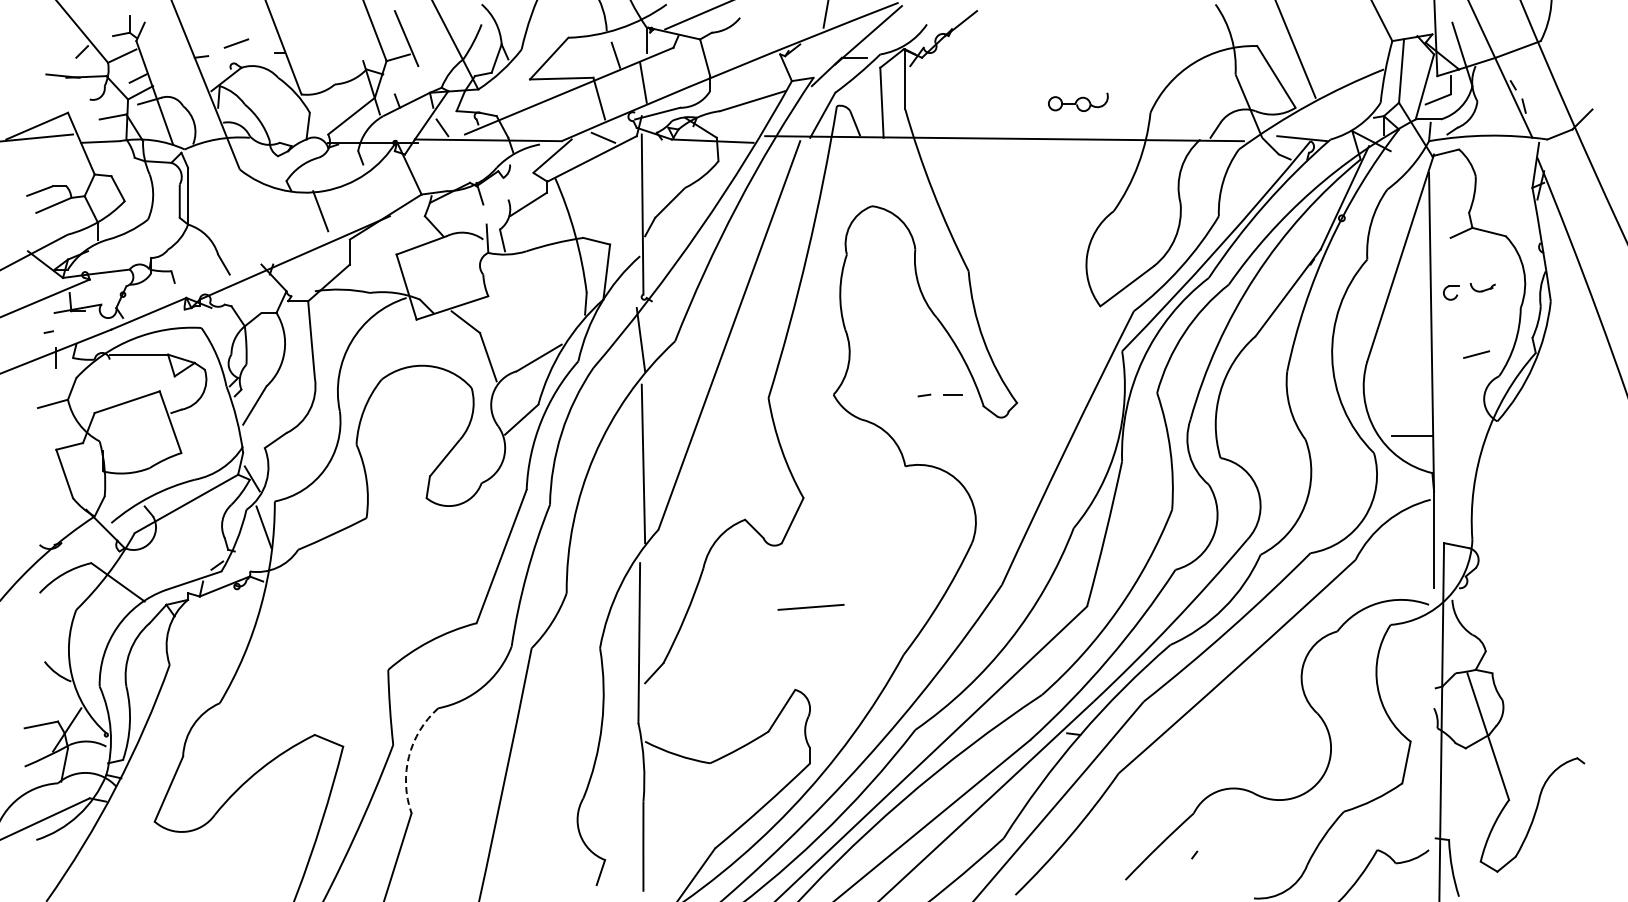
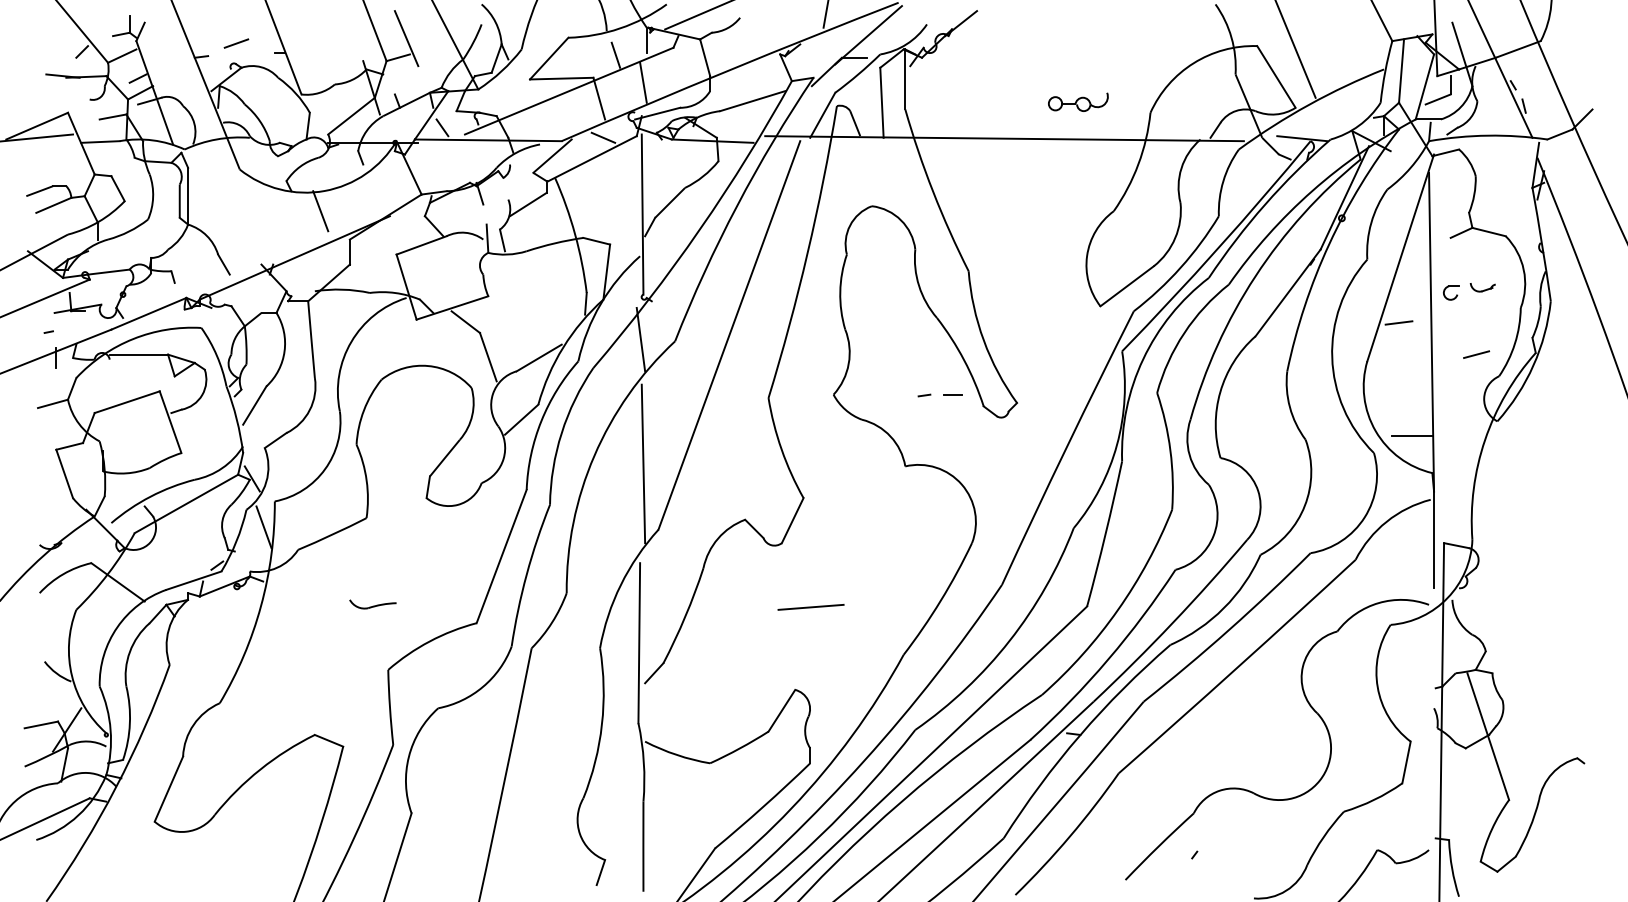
line at (1398, 322): none -> present
part at (372, 604): none -> present
arc at (408, 756): dashed -> solid
